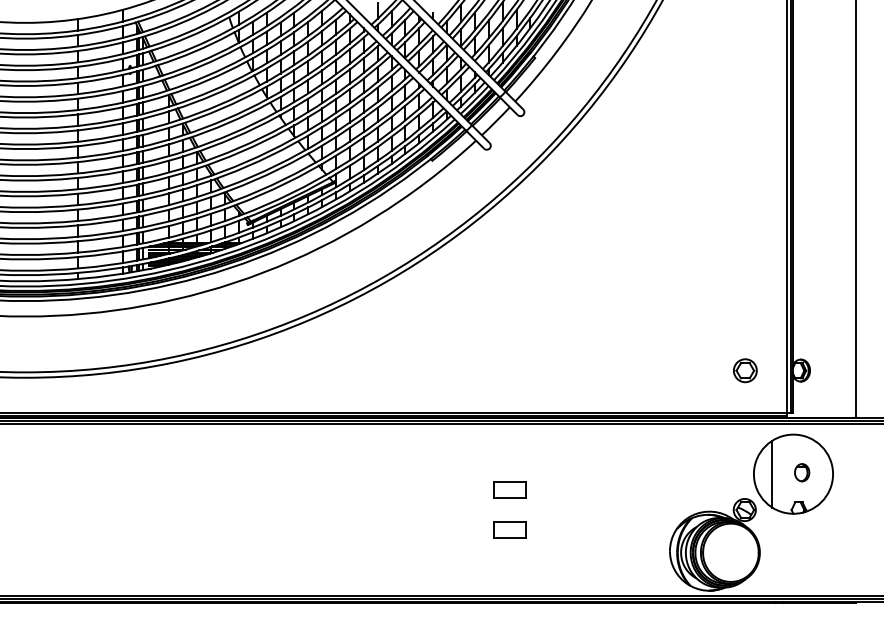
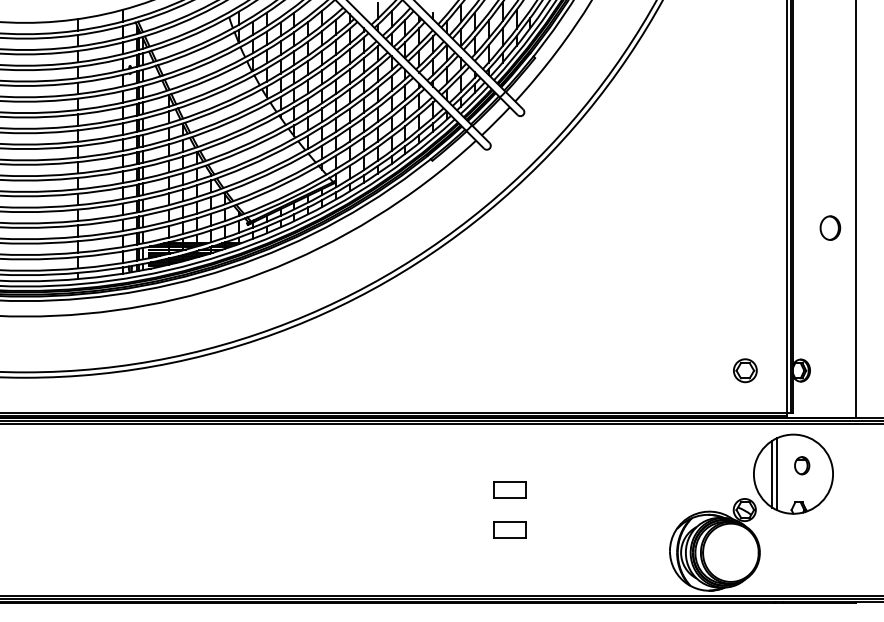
part at (830, 227): none -> present
part at (802, 472) position: (802, 472) -> (802, 465)
line at (776, 474): none -> present
